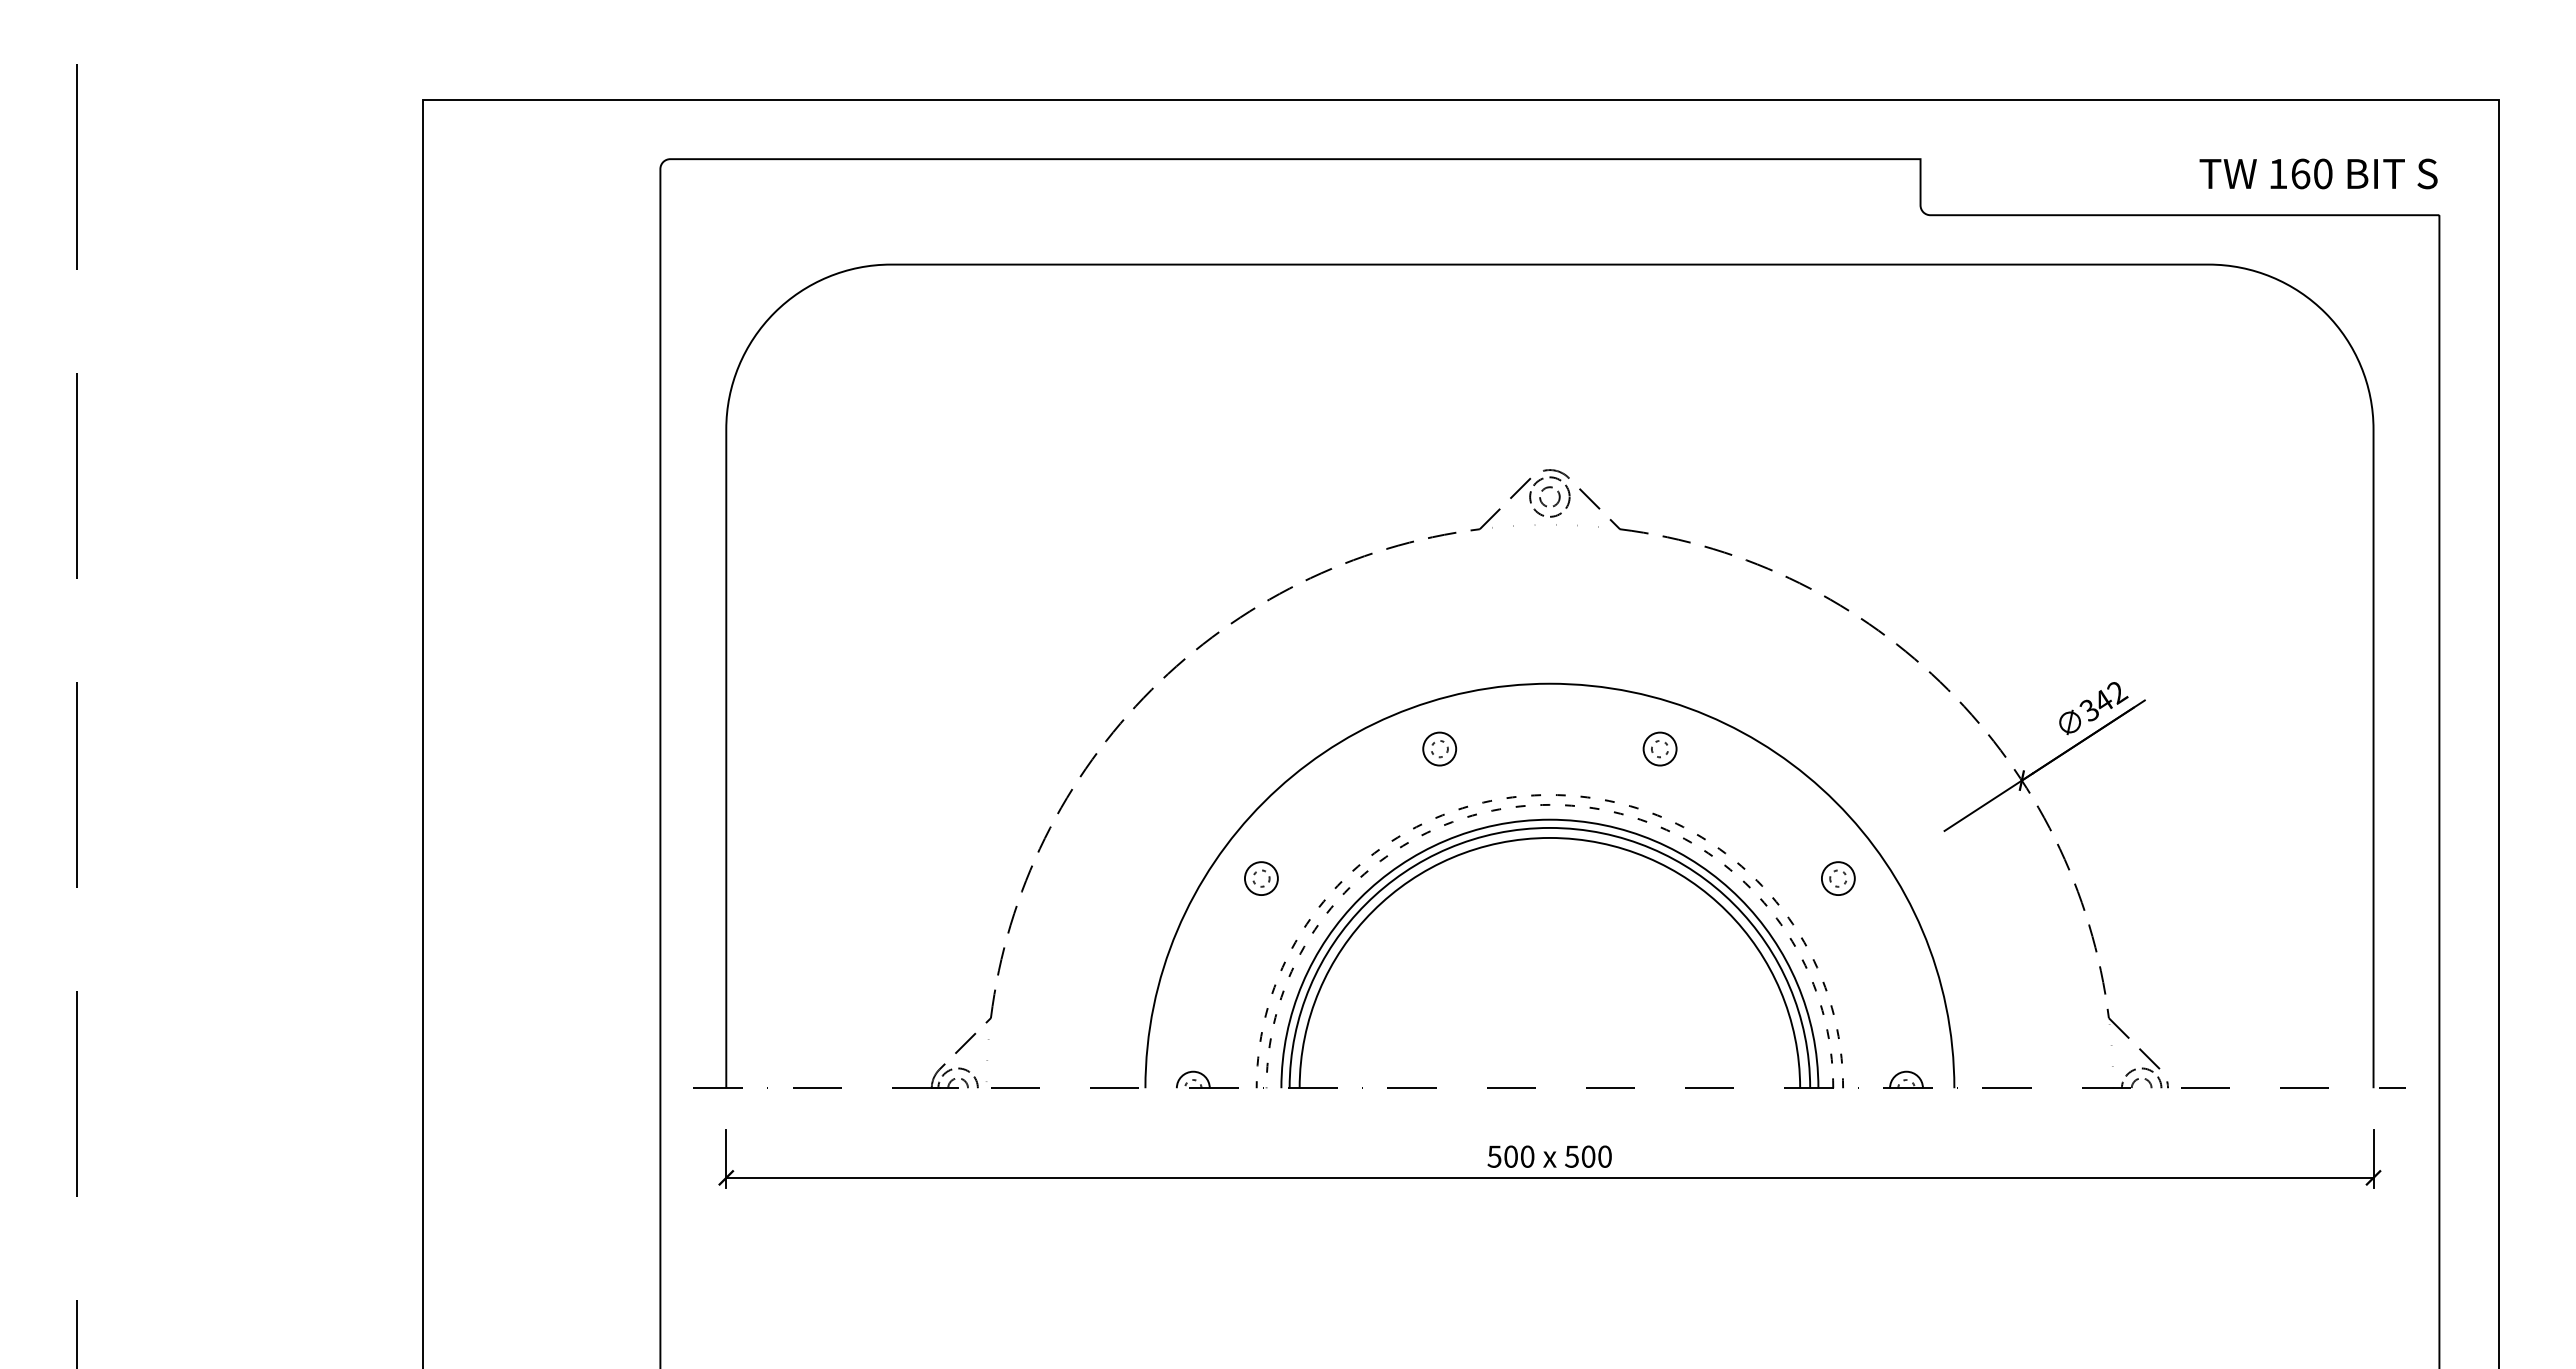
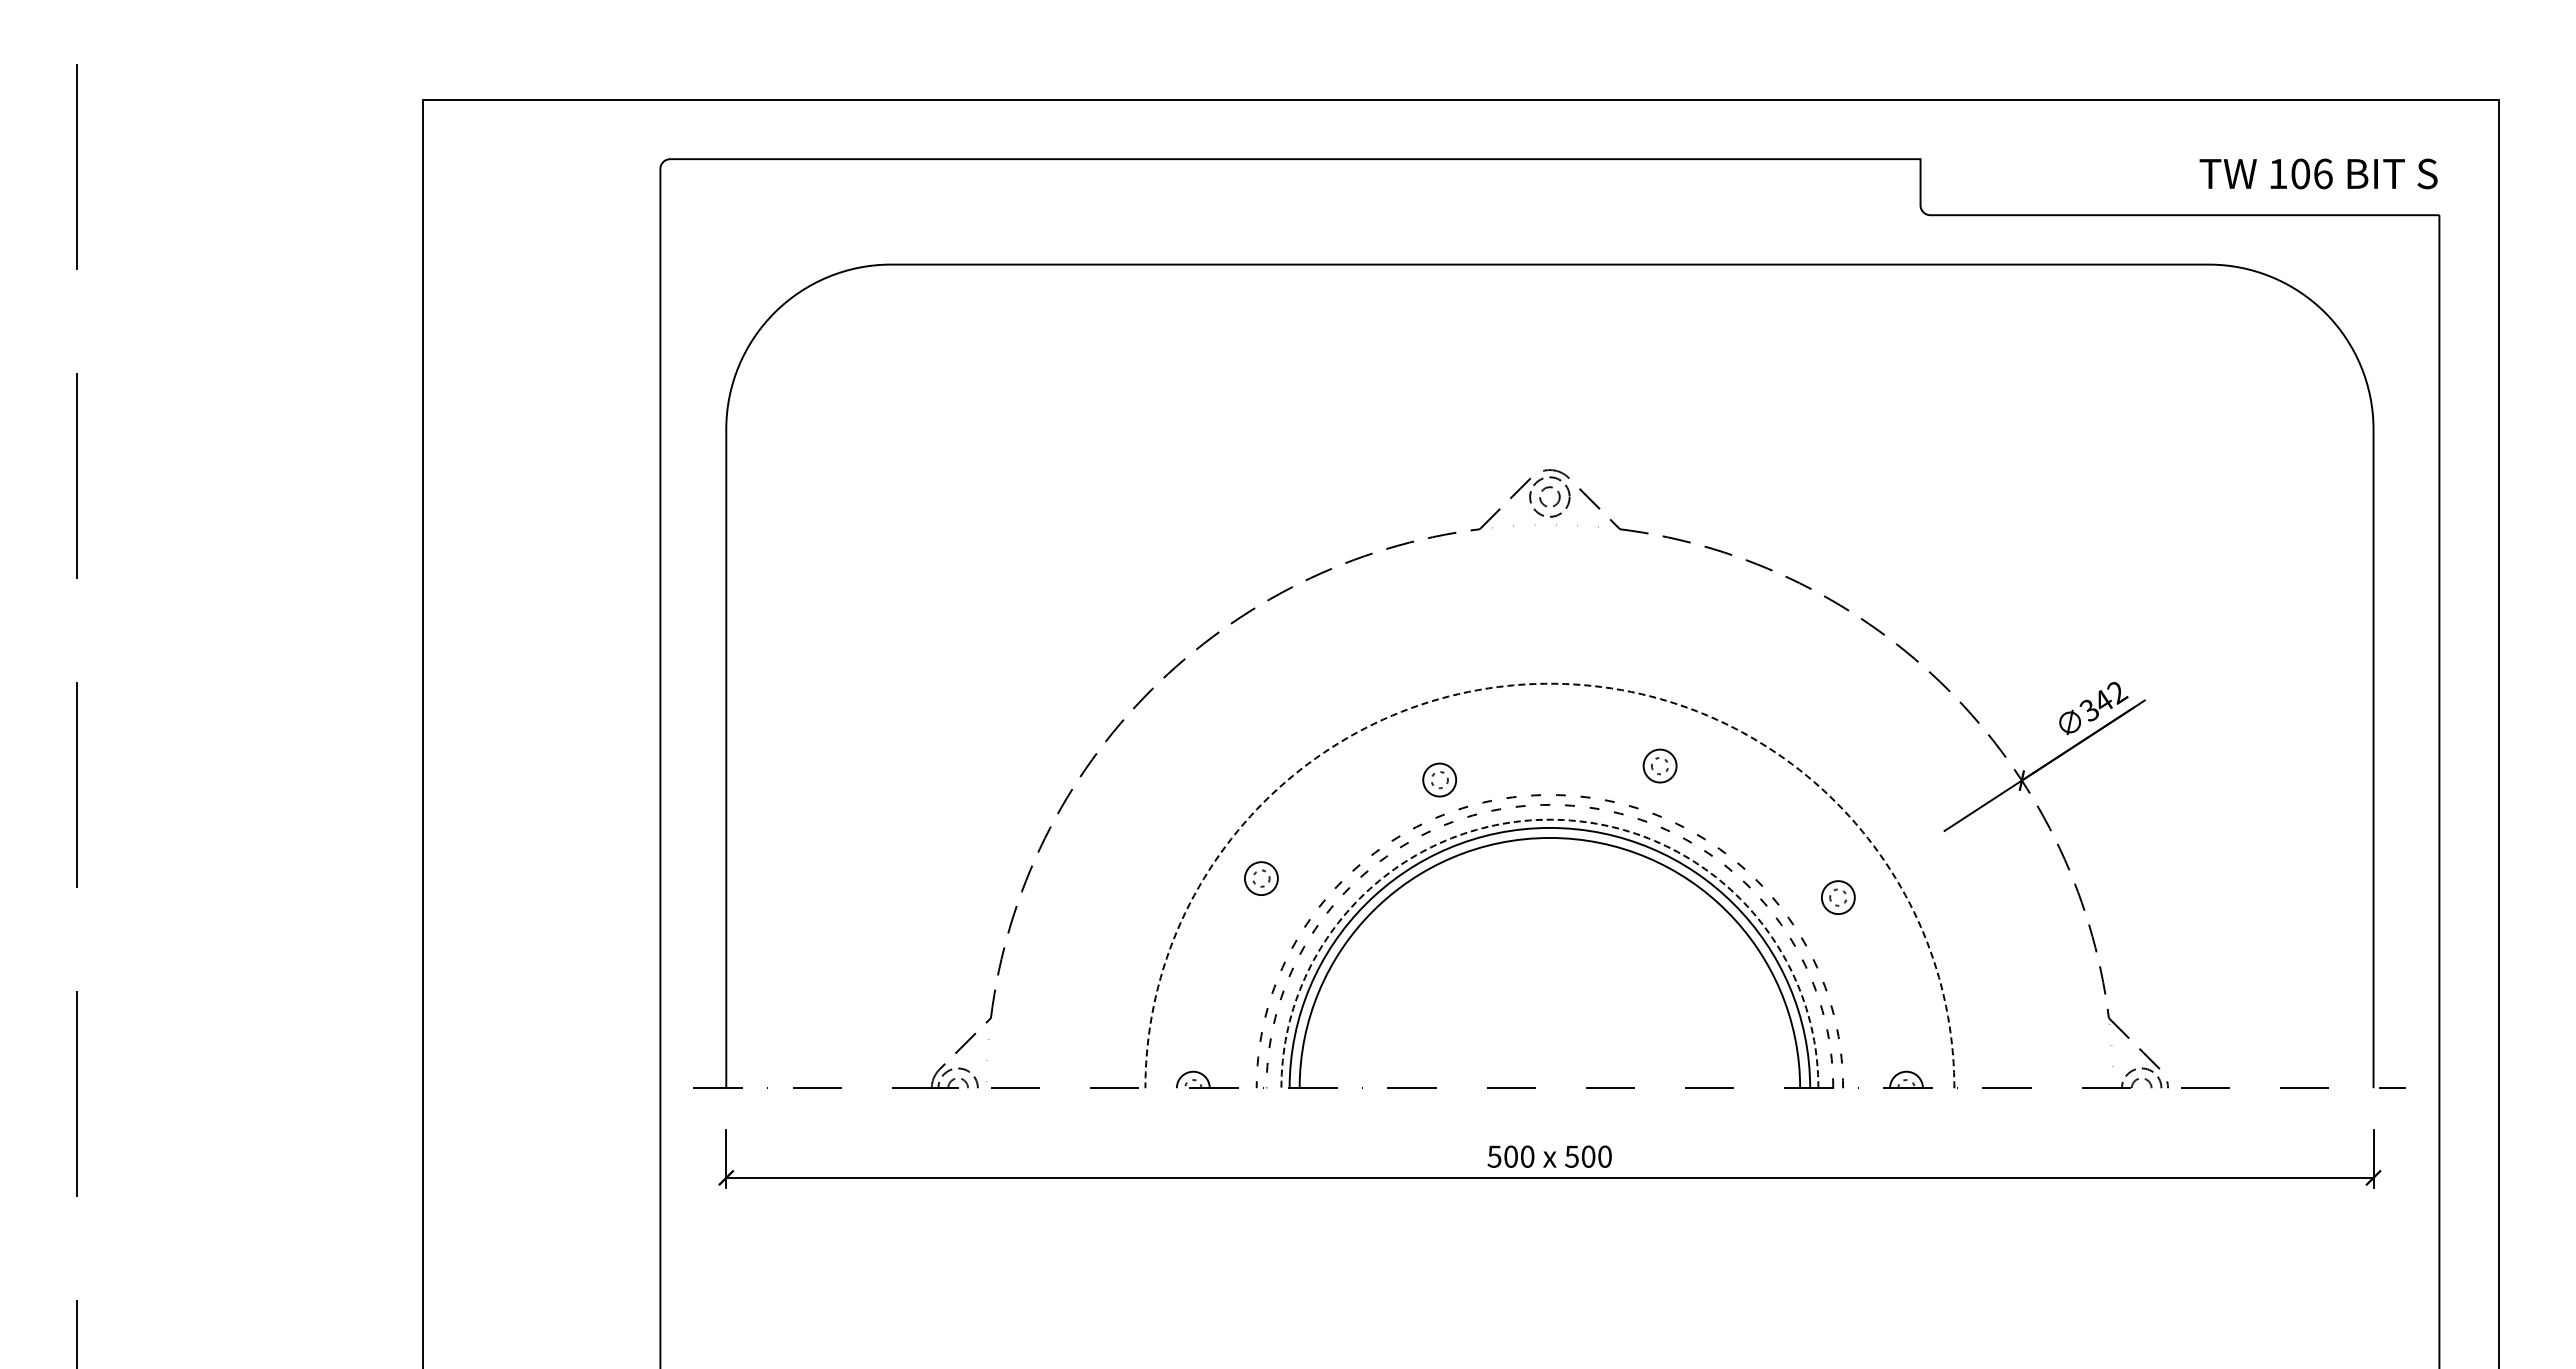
text at (2311, 173): 160 -> 106
arc at (1549, 683): solid -> dashed
part at (1439, 748) position: (1439, 748) -> (1439, 779)
part at (1659, 748) position: (1659, 748) -> (1659, 765)
arc at (1549, 819): solid -> dashed
part at (1838, 878) position: (1838, 878) -> (1838, 897)
